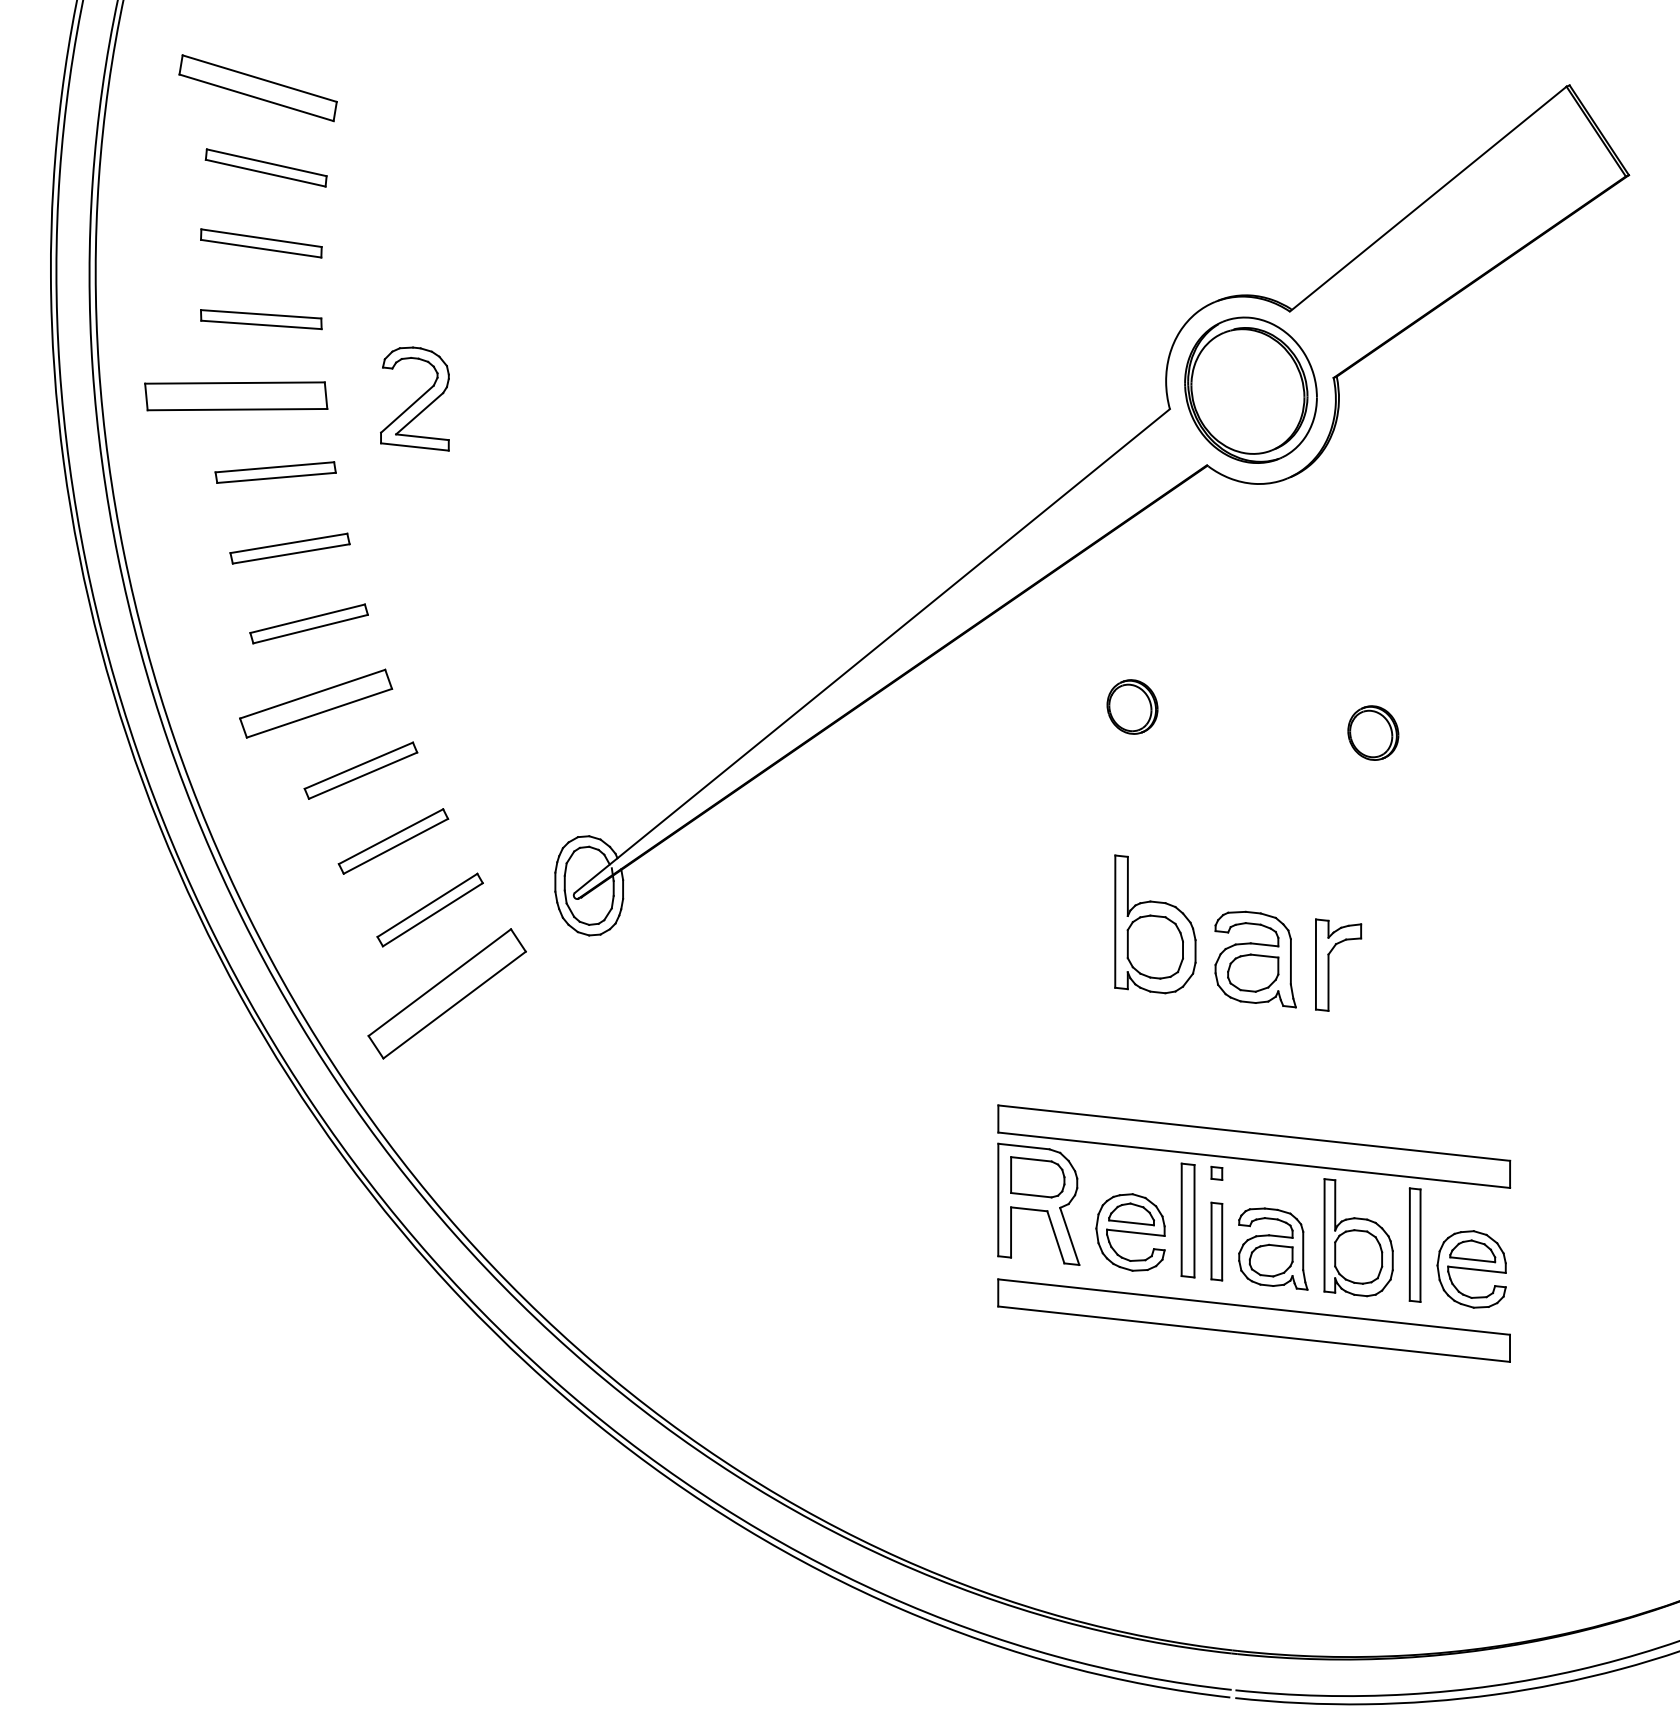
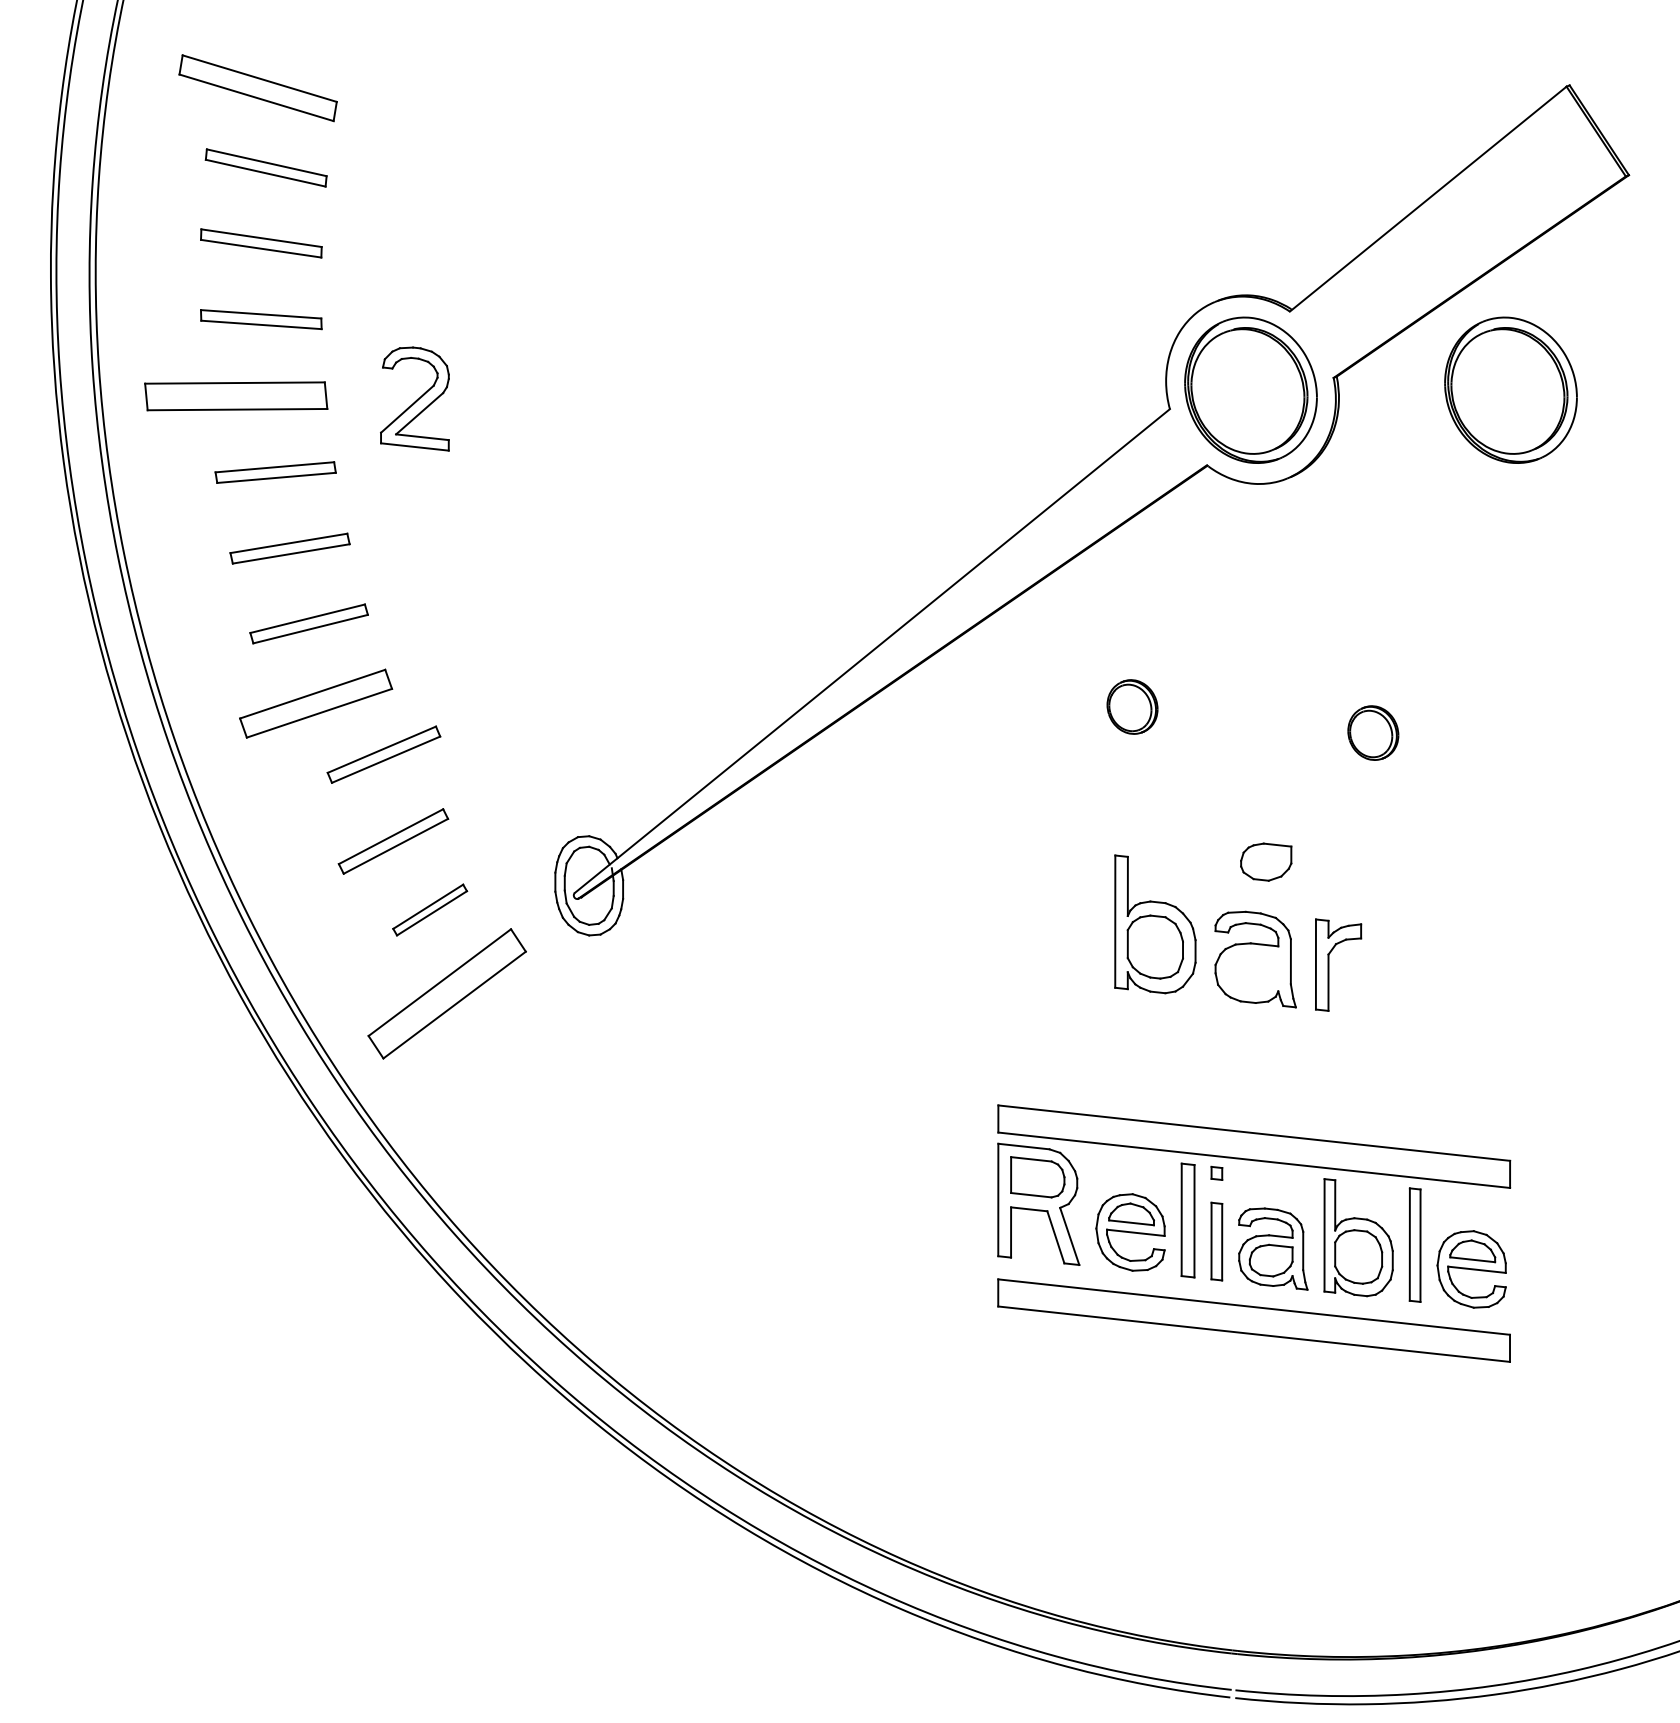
part at (1510, 389): none -> present
part at (360, 770) position: (360, 770) -> (383, 754)
part at (429, 909) size: 108x76 px -> 77x54 px
part at (1253, 972) position: (1253, 972) -> (1266, 861)
